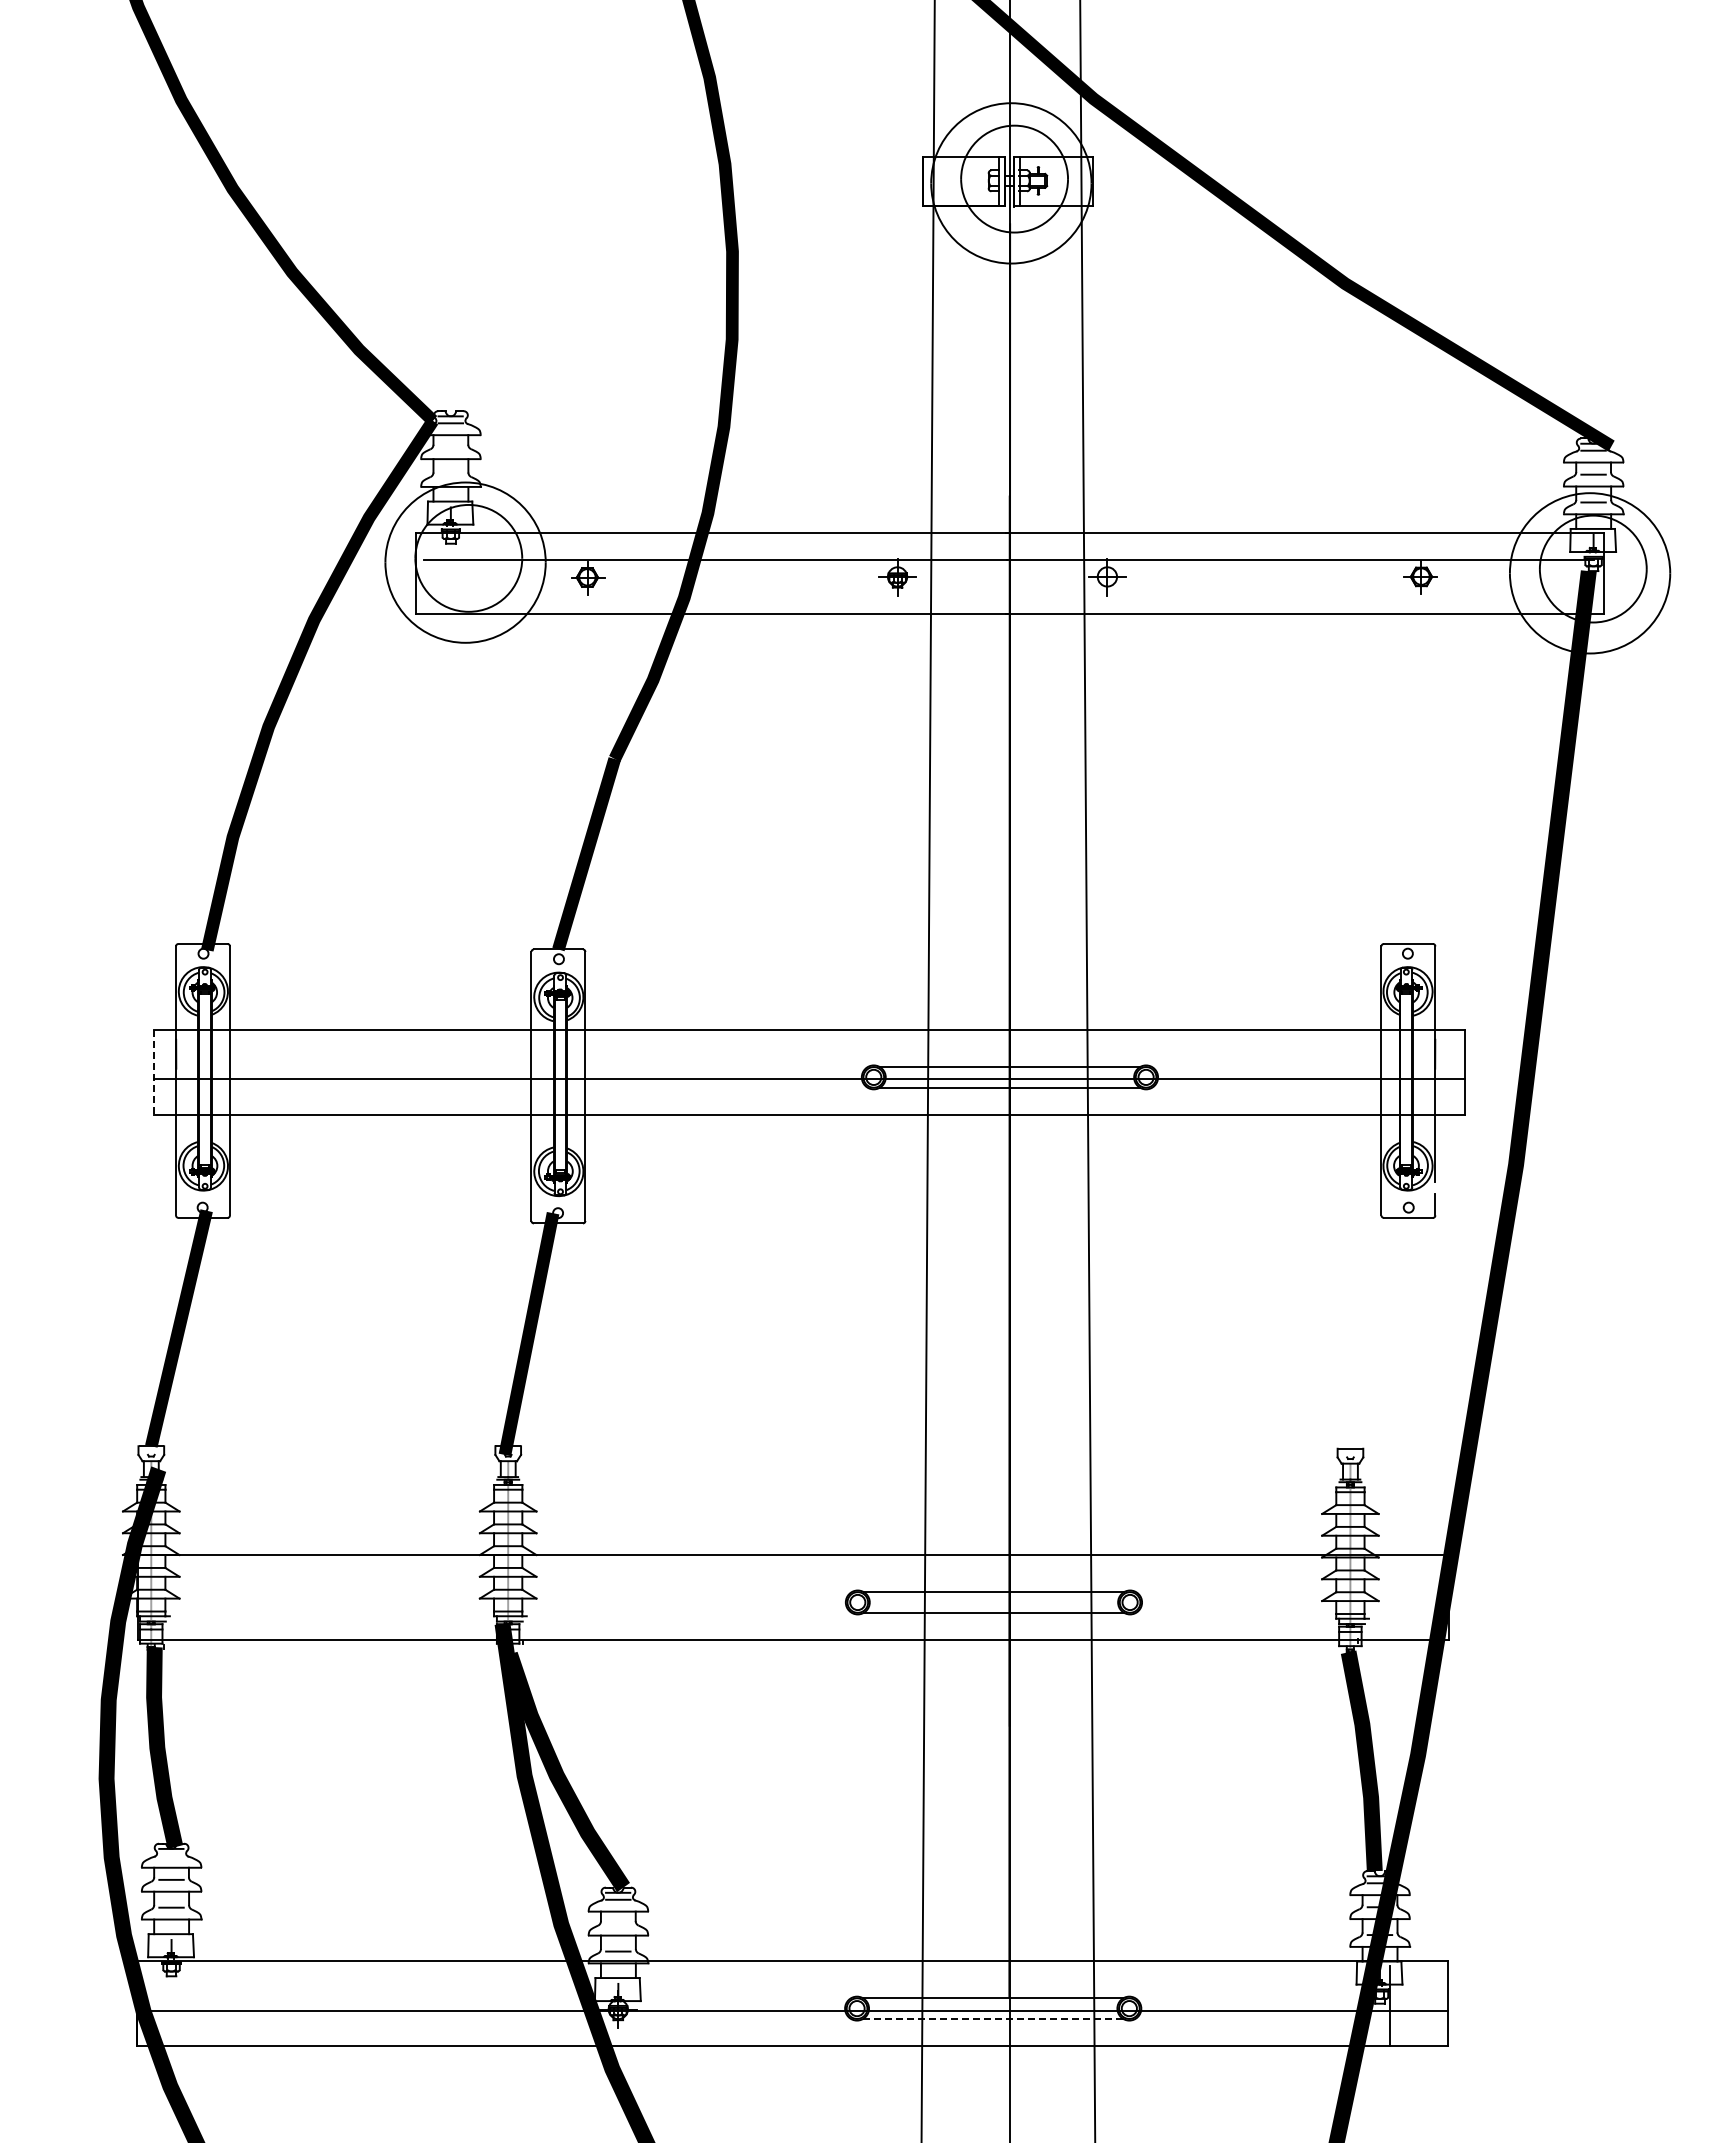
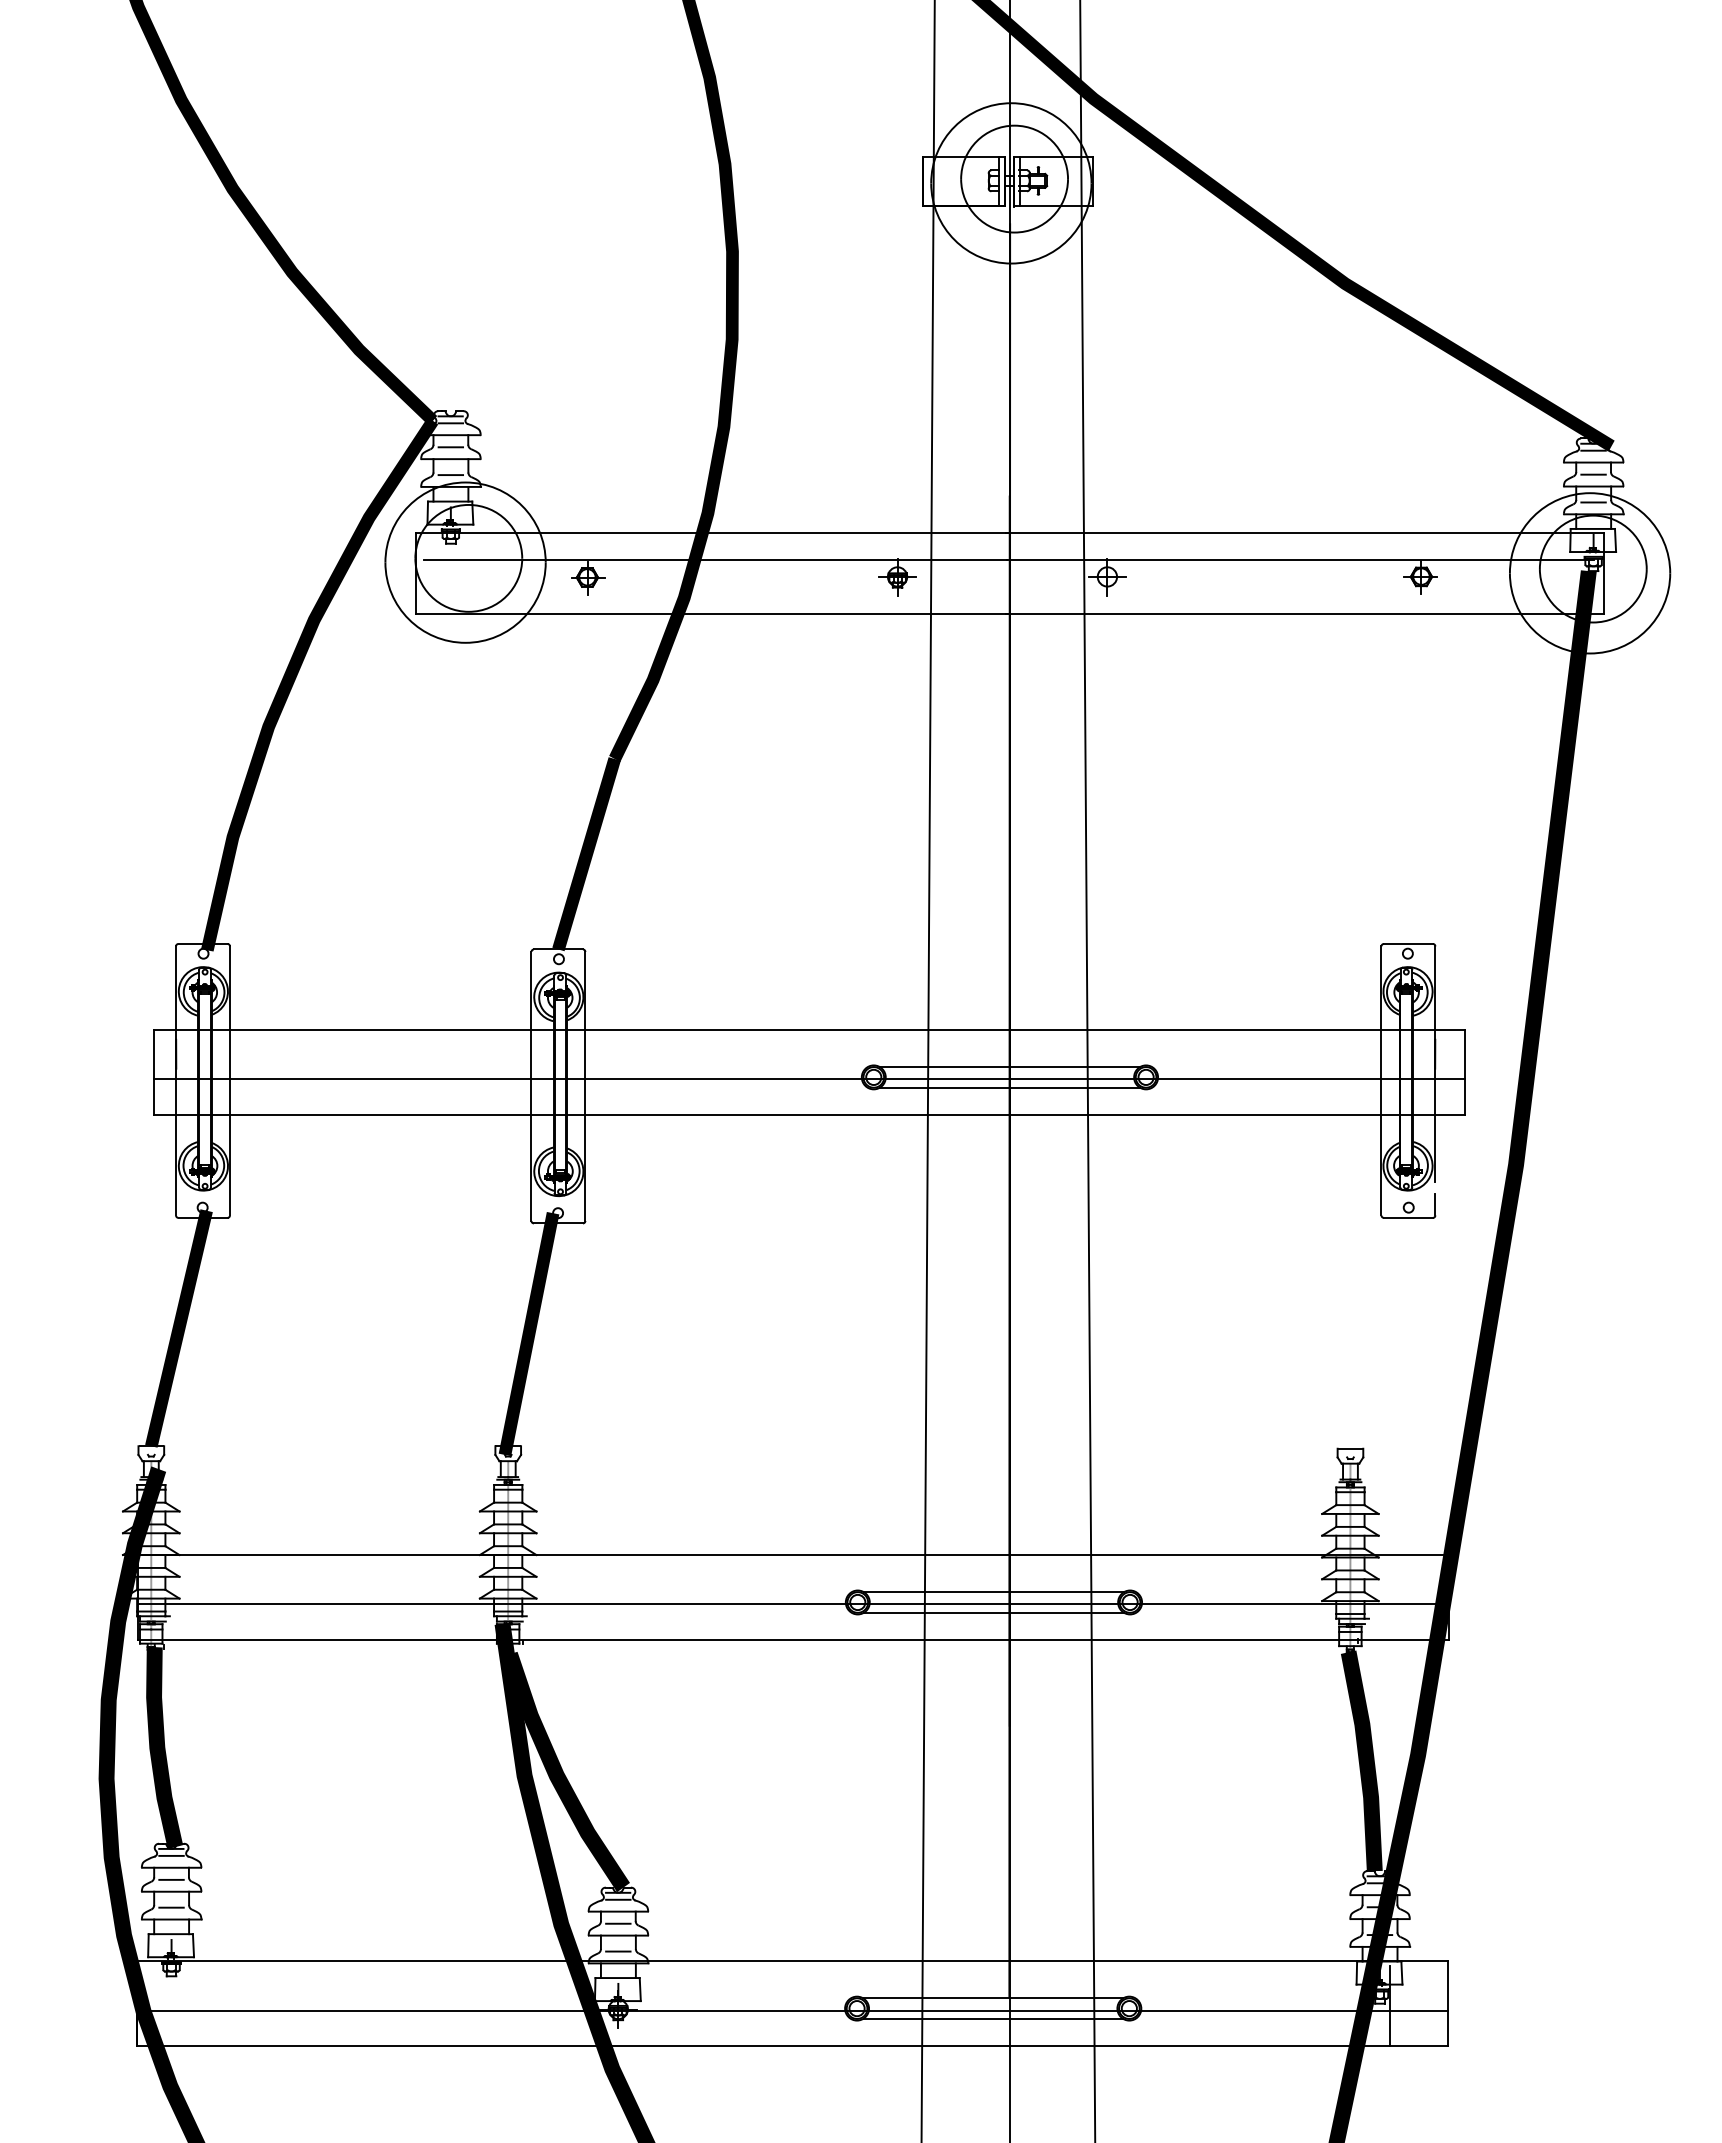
line at (450, 447): none -> present
line at (450, 475): none -> present
line at (153, 1072): dashed -> solid
line at (792, 1604): none -> present
line at (171, 1855): none -> present
line at (618, 1923): none -> present
line at (993, 2019): dashed -> solid
